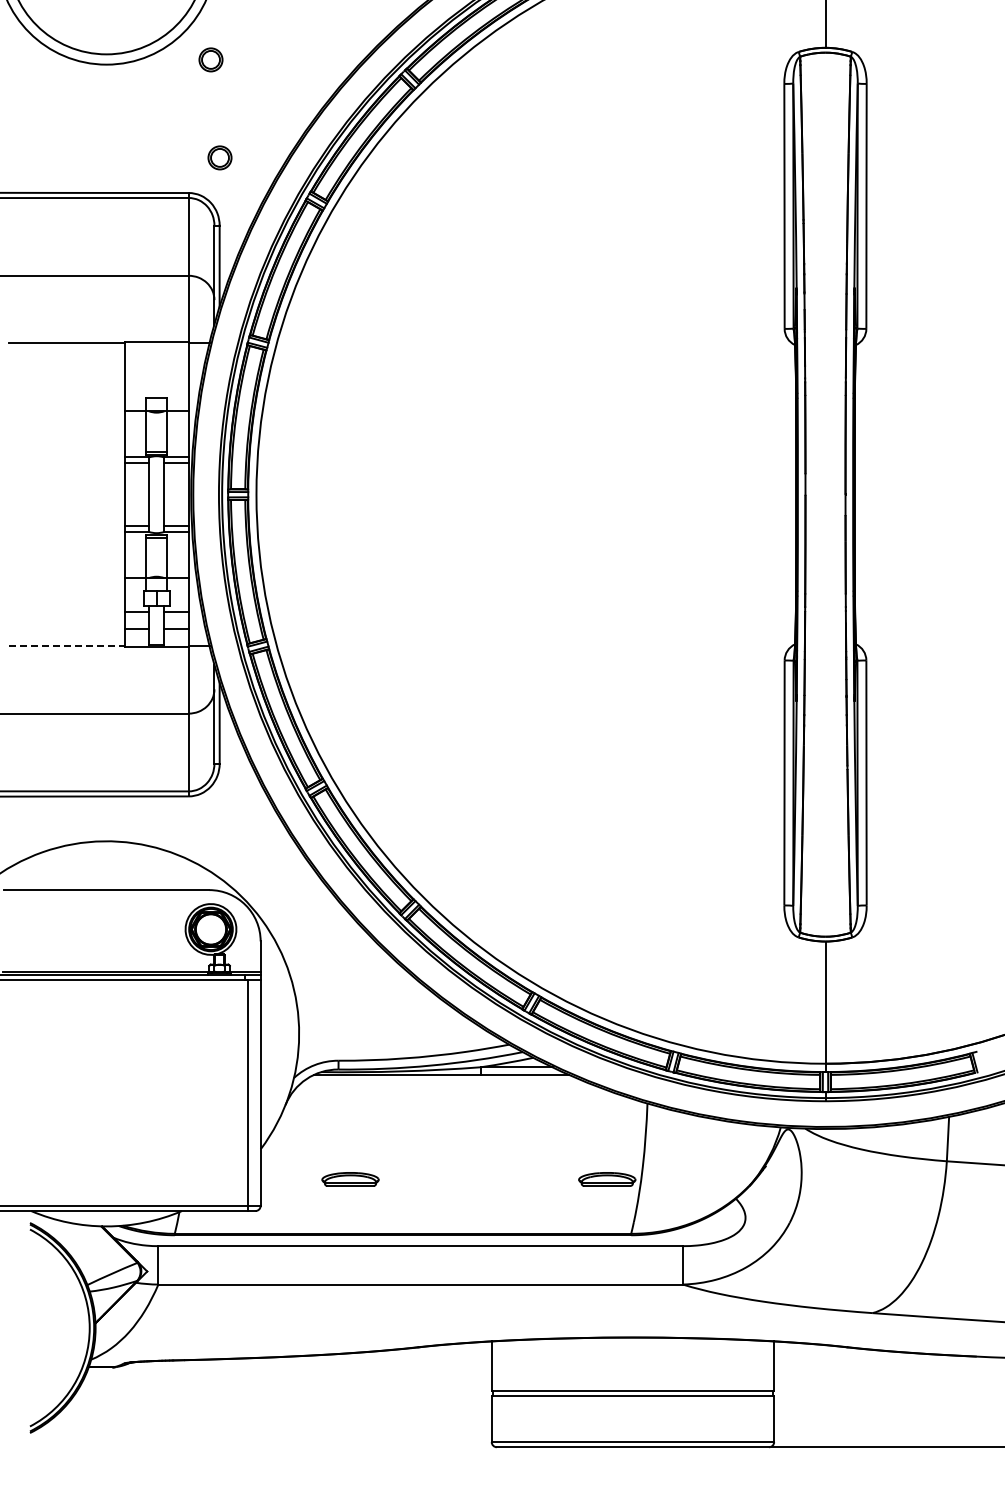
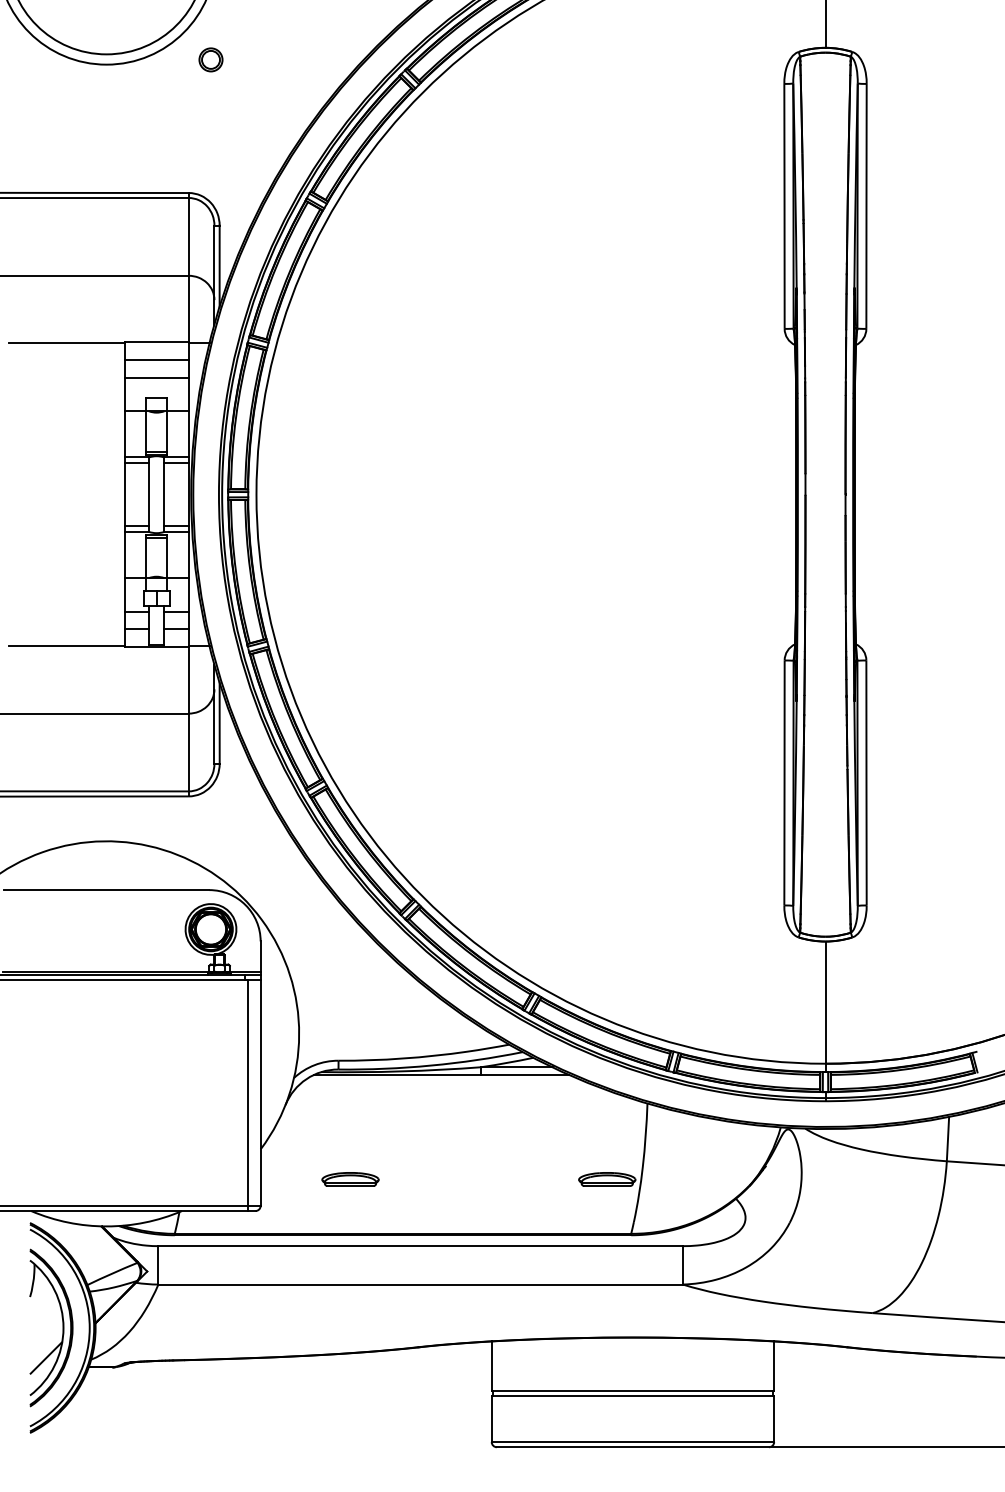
part at (219, 157): present -> none
line at (156, 360): none -> present
line at (156, 377): none -> present
line at (66, 646): dashed -> solid
part at (62, 1327): none -> present
